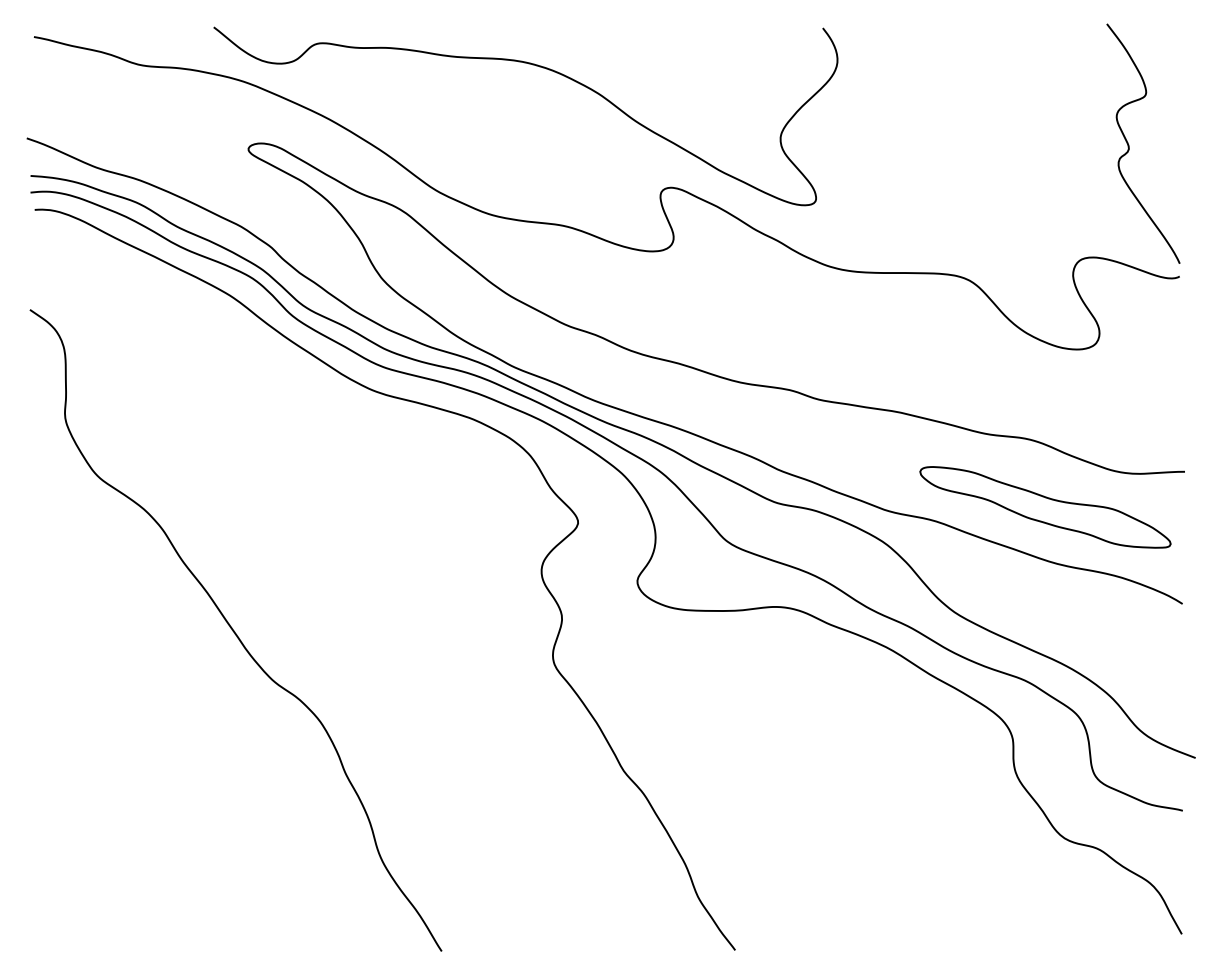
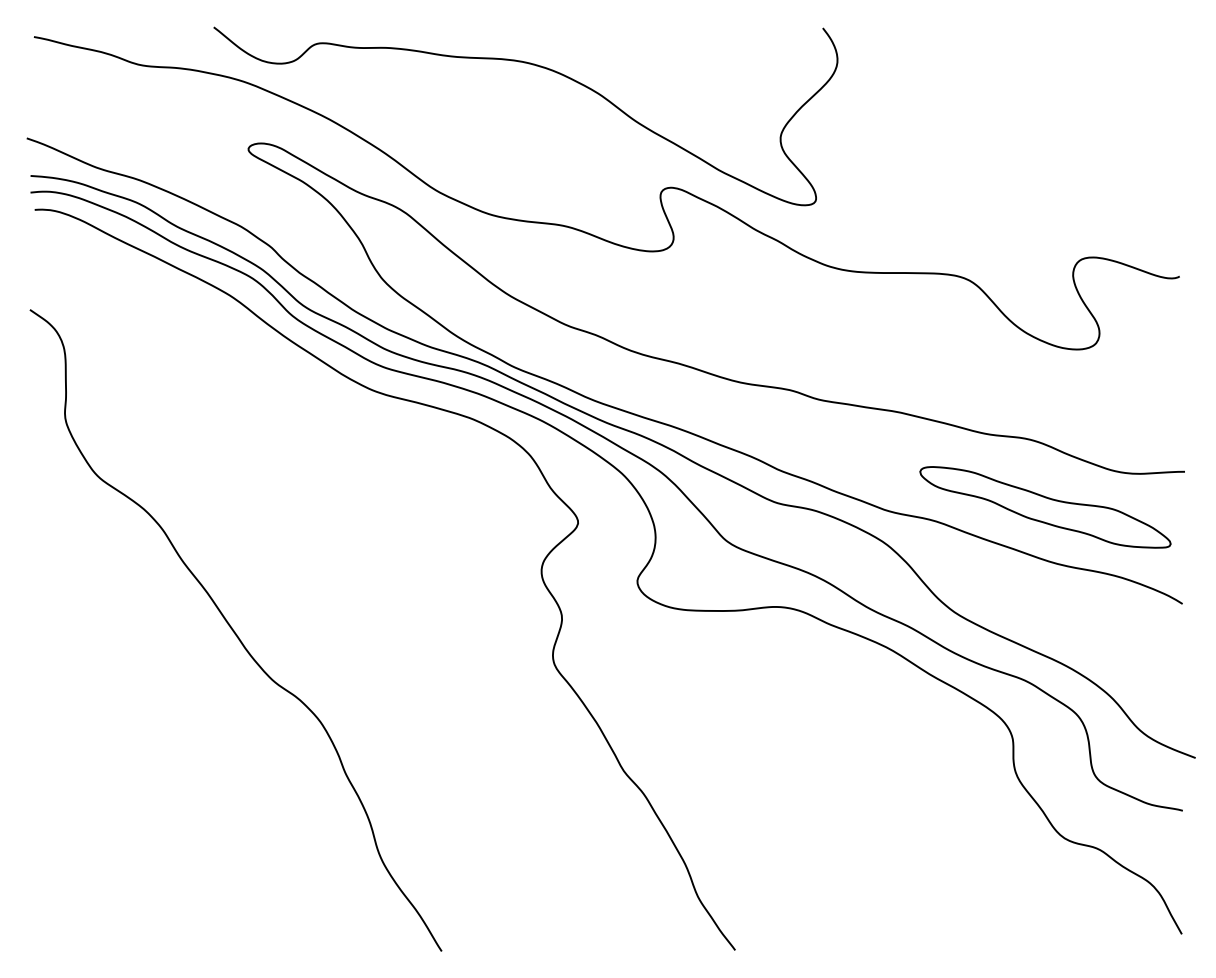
curve at (1129, 145): present -> none
